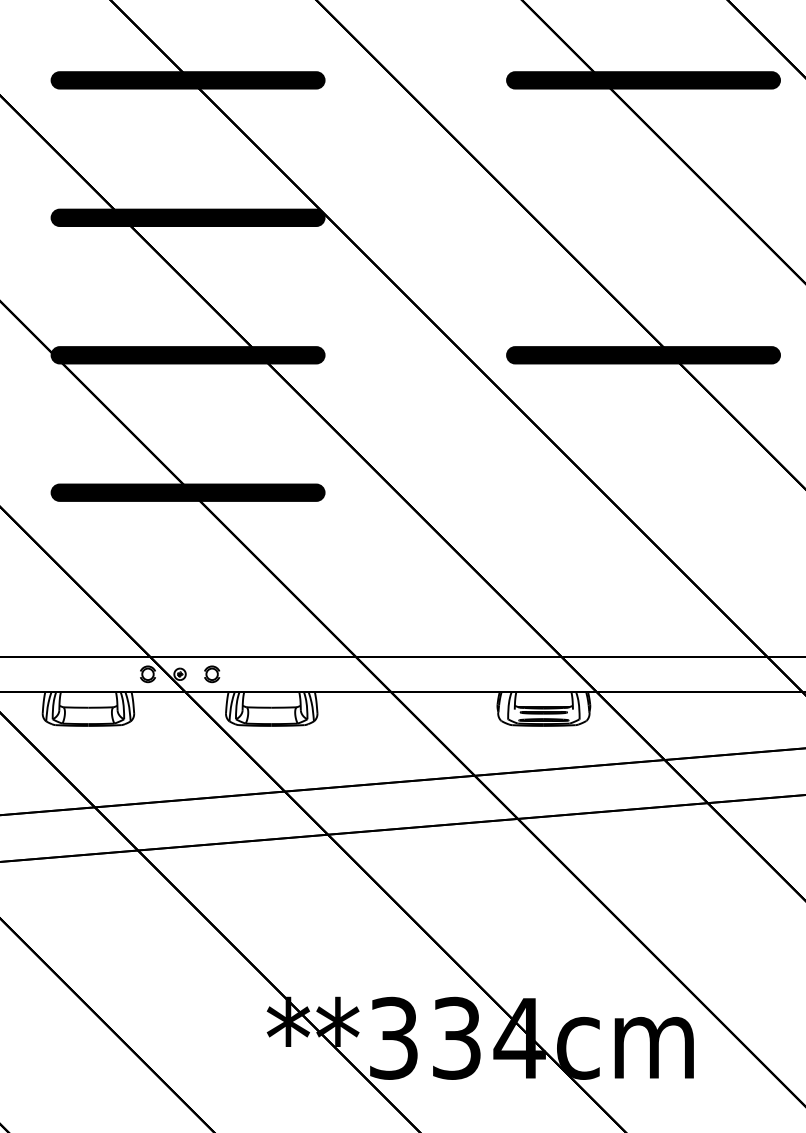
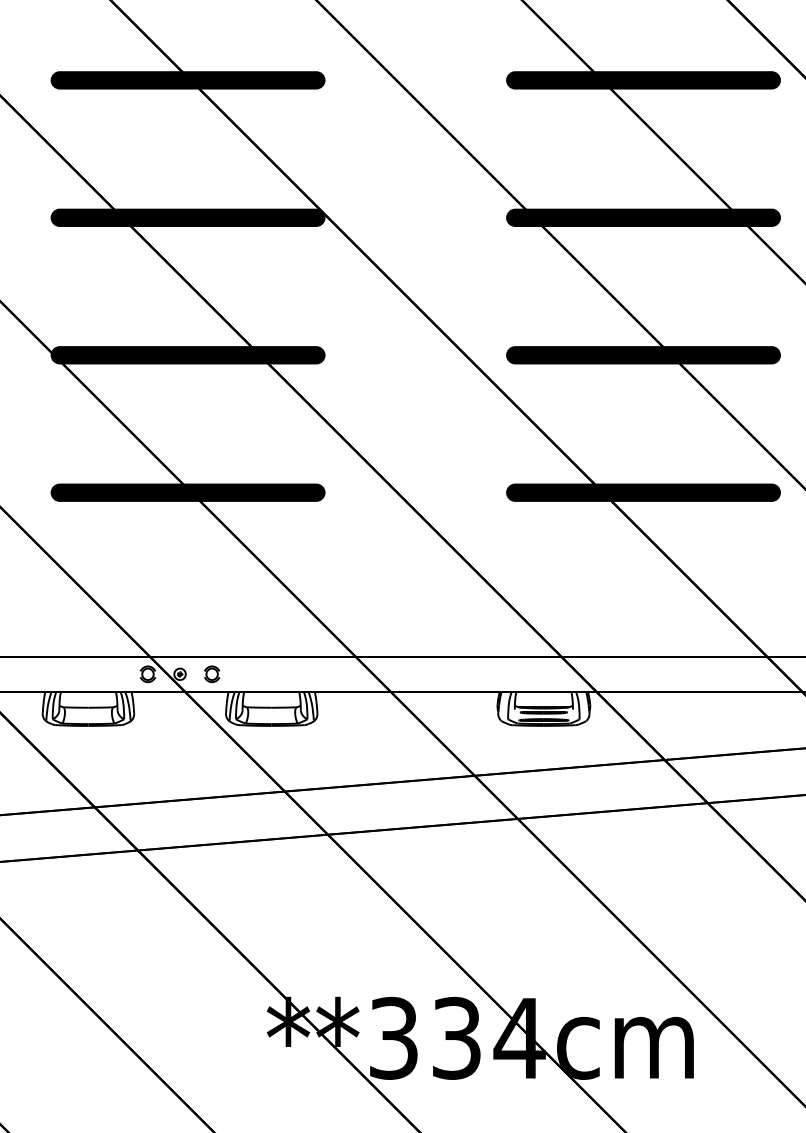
fill at (643, 217): none -> present
fill at (643, 492): none -> present
